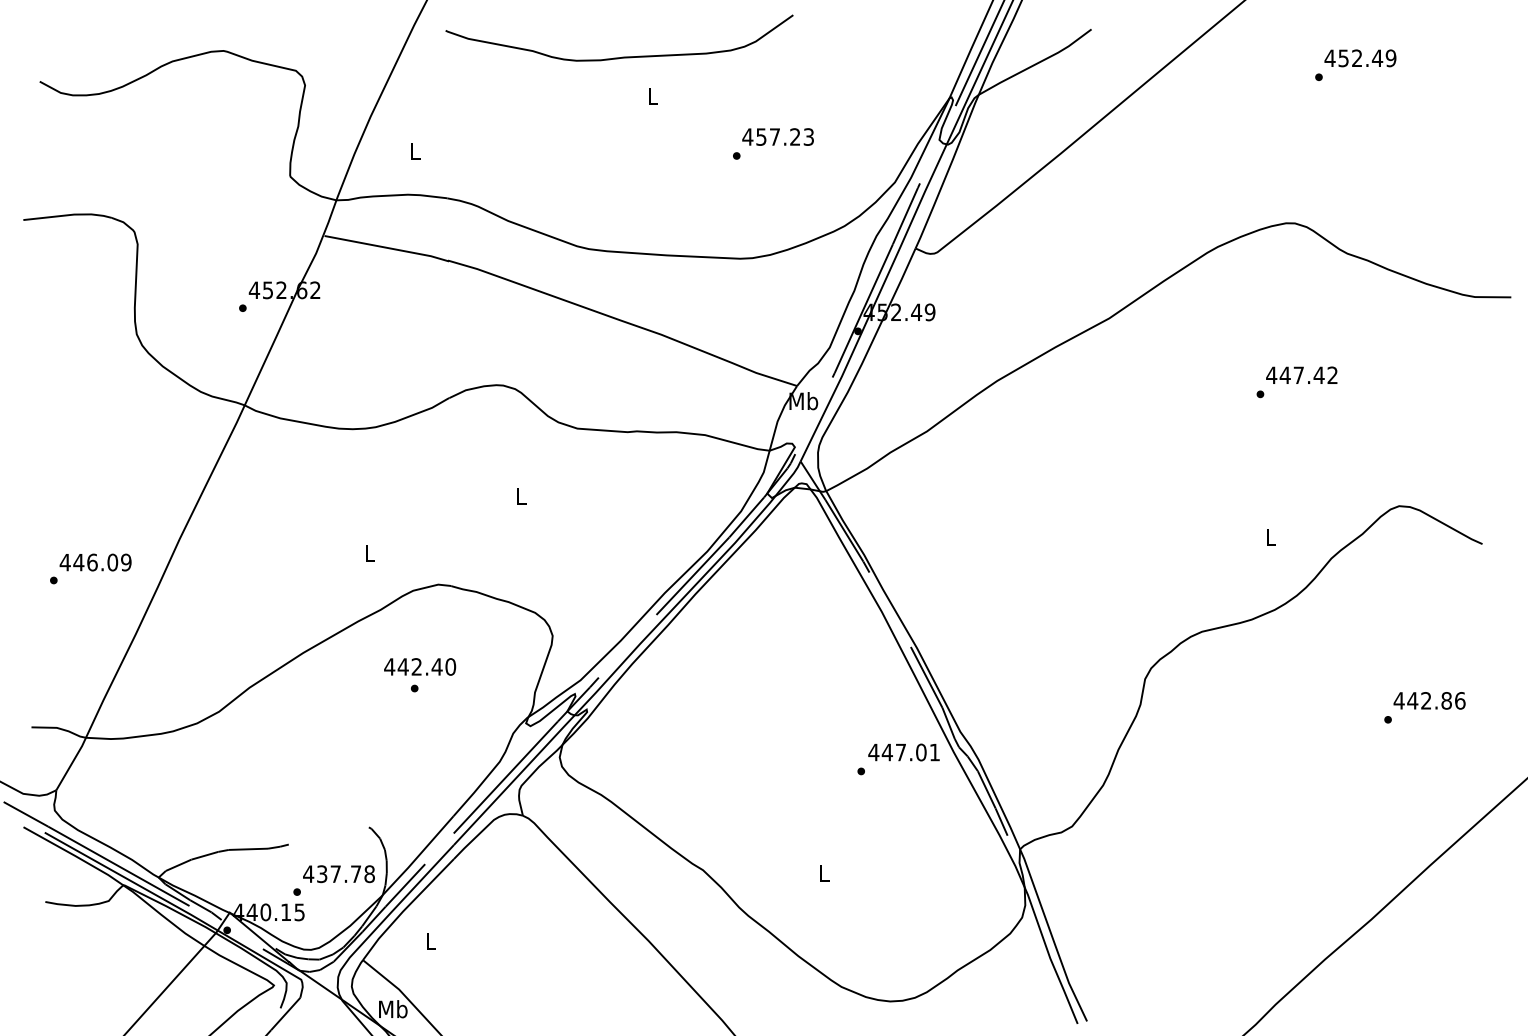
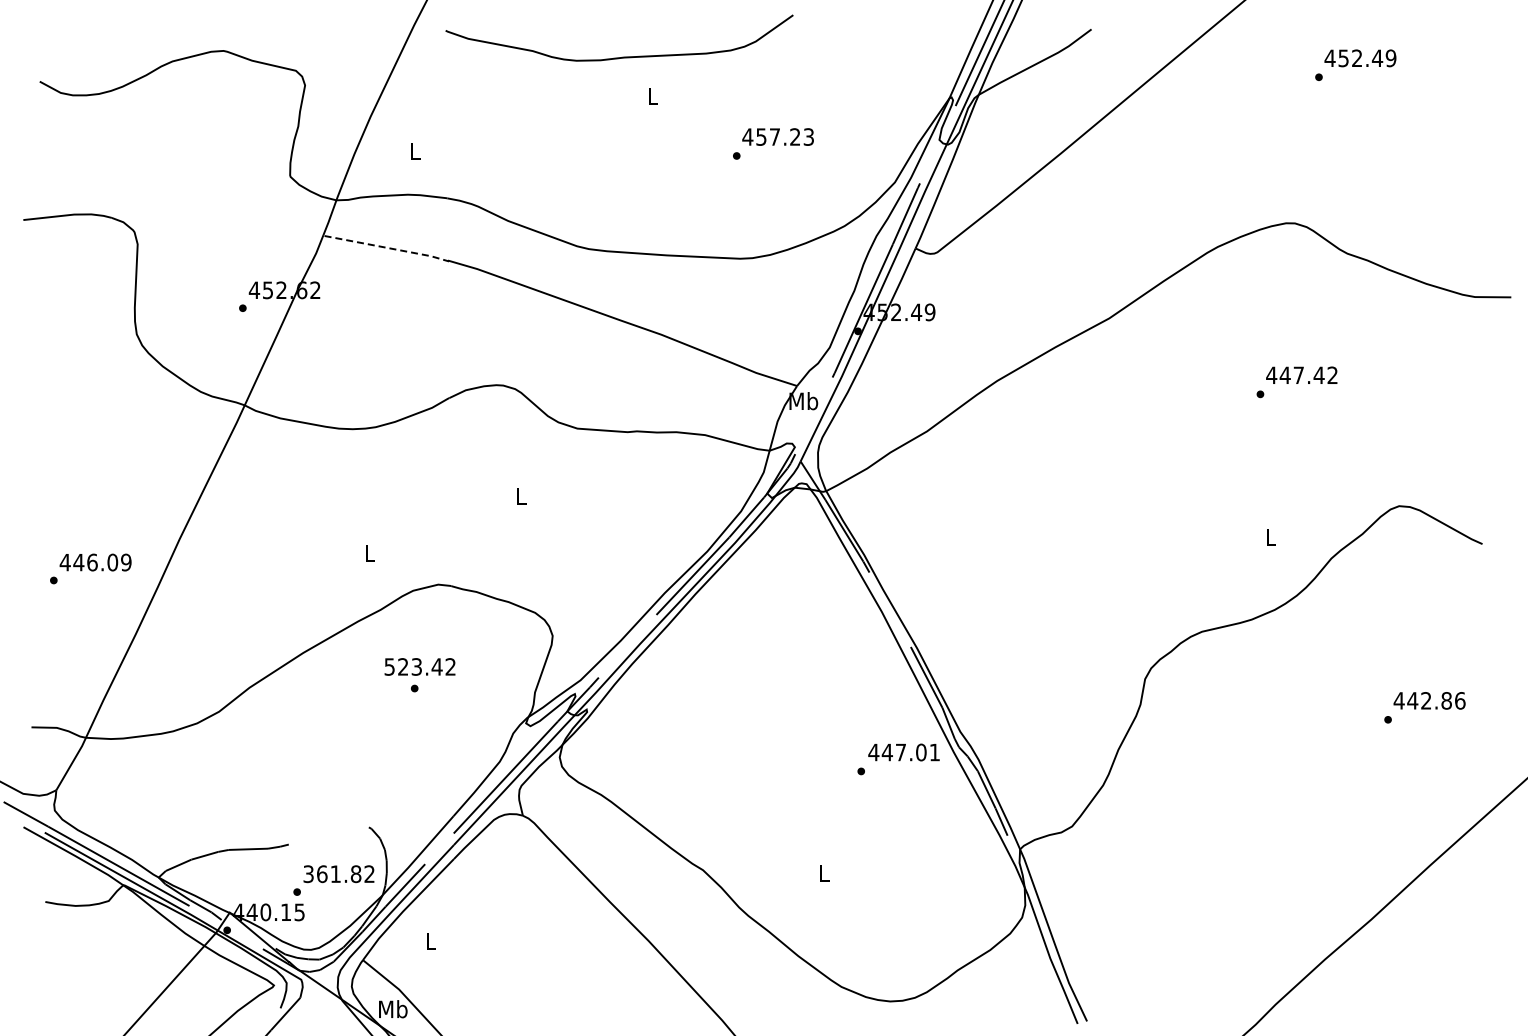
line at (388, 248): solid -> dashed
text at (420, 666): 442.40 -> 523.42
text at (338, 874): 437.78 -> 361.82
